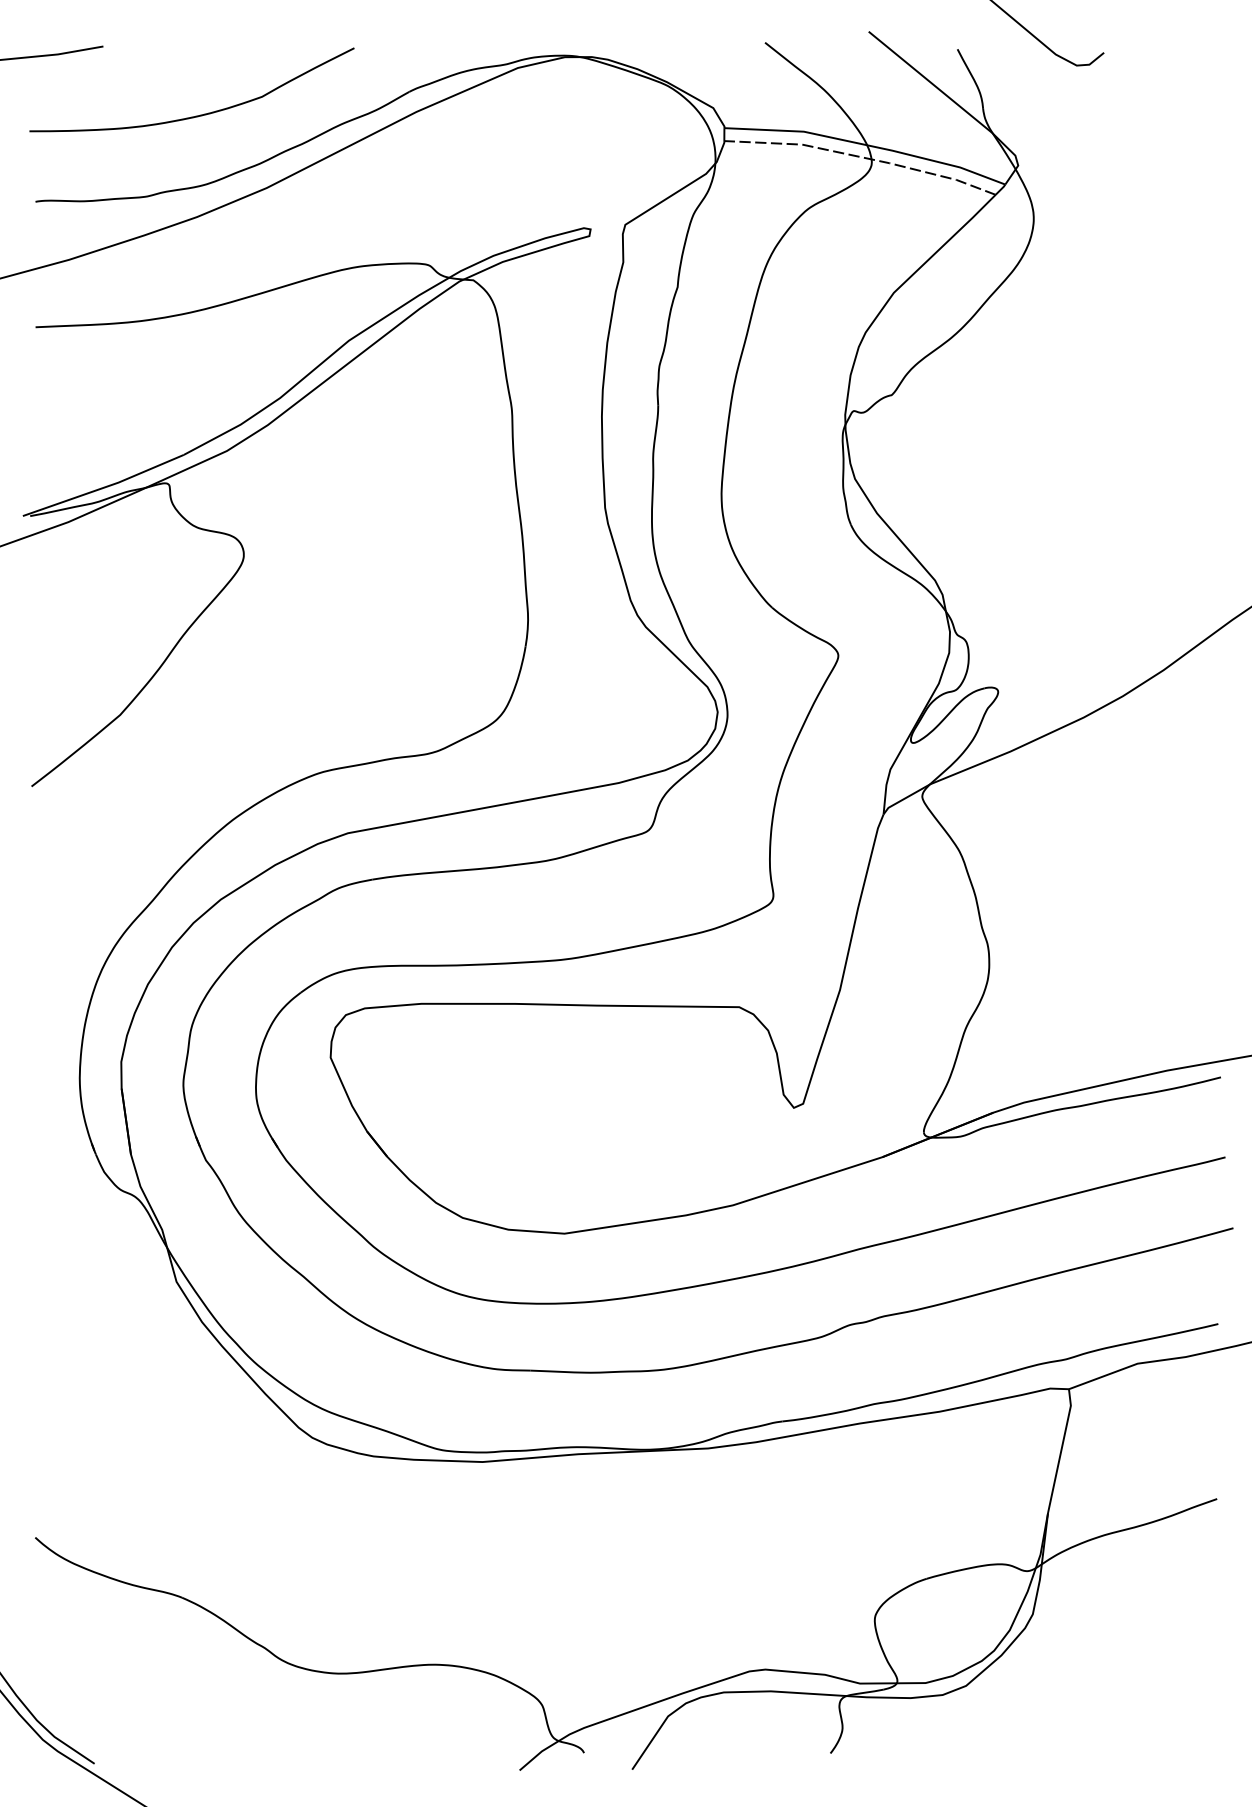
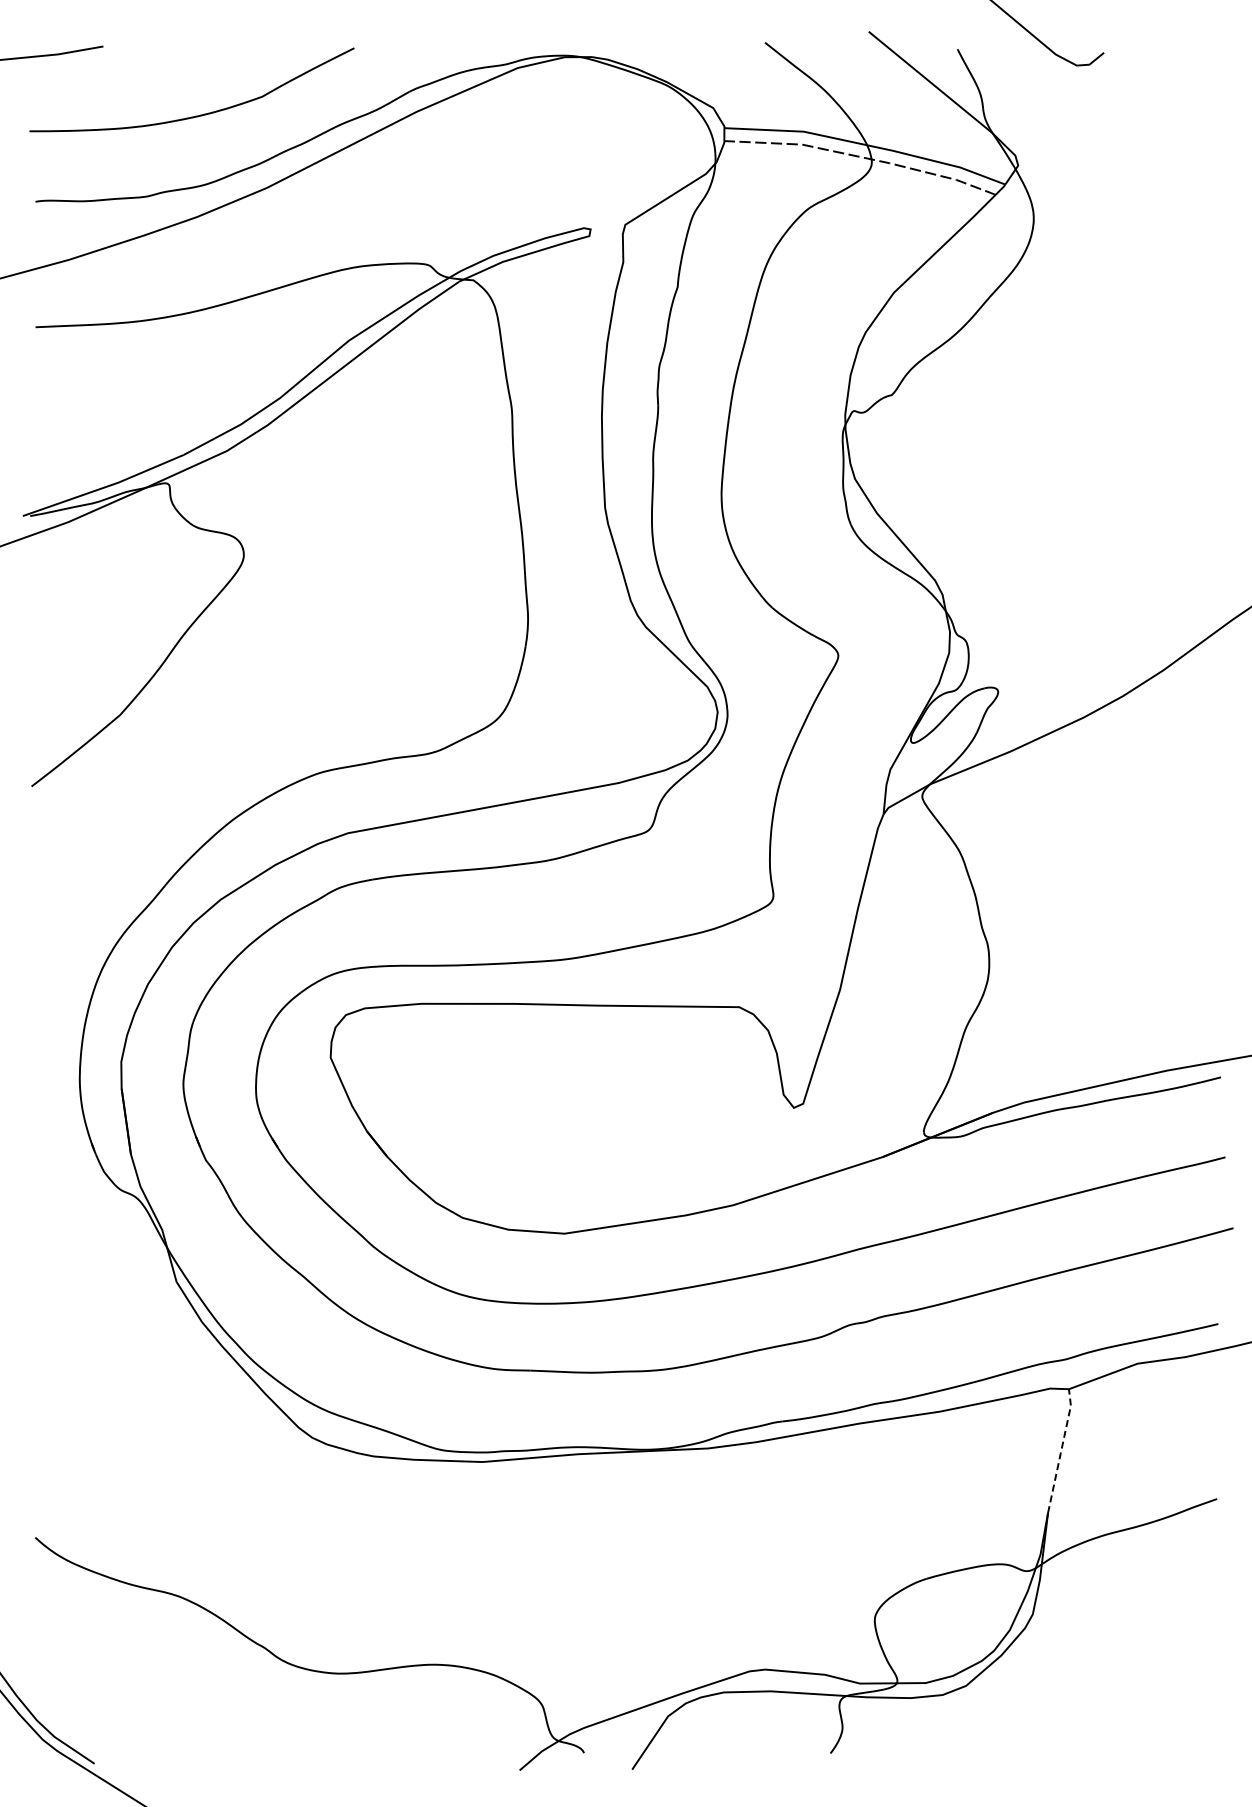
line at (1061, 1450): solid -> dashed
